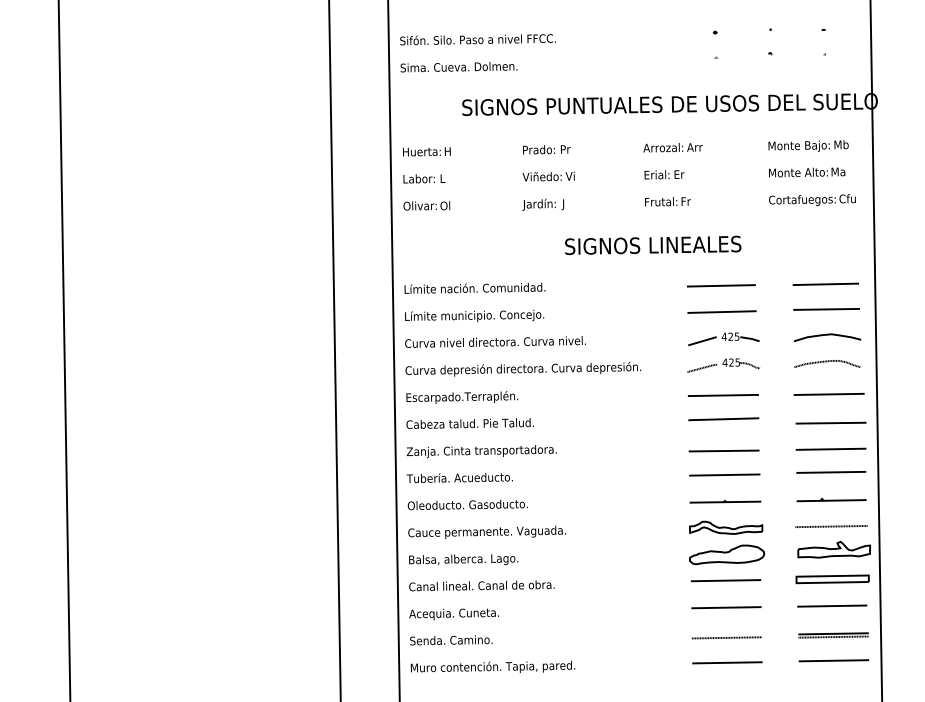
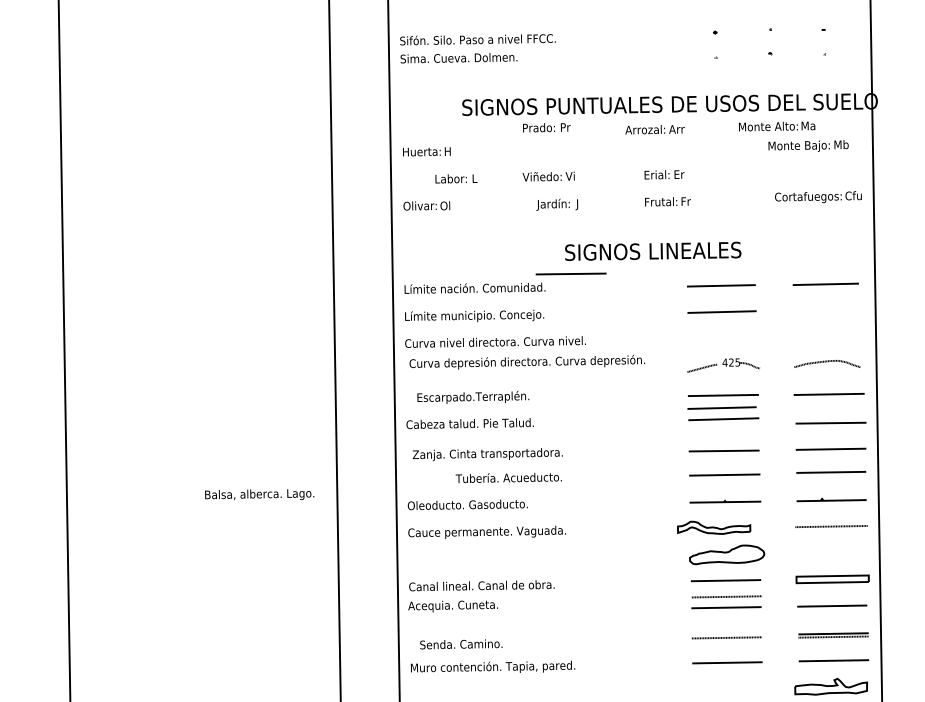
text at (458, 67) position: (458, 67) -> (458, 58)
text at (672, 147) position: (672, 147) -> (654, 129)
text at (546, 149) position: (546, 149) -> (546, 127)
text at (807, 172) position: (807, 172) -> (777, 126)
text at (424, 178) position: (424, 178) -> (456, 178)
text at (812, 200) position: (812, 200) -> (818, 197)
text at (543, 204) position: (543, 204) -> (557, 204)
text at (653, 245) position: (653, 245) -> (653, 251)
line at (570, 273): none -> present
line at (826, 309): present -> none
curve at (827, 335): present -> none
part at (723, 339): present -> none
text at (523, 369) position: (523, 369) -> (527, 362)
text at (462, 397) position: (462, 397) -> (473, 397)
line at (721, 407): none -> present
text at (481, 451) position: (481, 451) -> (487, 454)
text at (459, 478) position: (459, 478) -> (508, 478)
part at (726, 527) position: (726, 527) -> (714, 527)
part at (833, 549) position: (833, 549) -> (830, 686)
text at (463, 559) position: (463, 559) -> (259, 494)
line at (726, 596): none -> present
text at (453, 614) position: (453, 614) -> (452, 606)
text at (451, 640) position: (451, 640) -> (461, 644)
